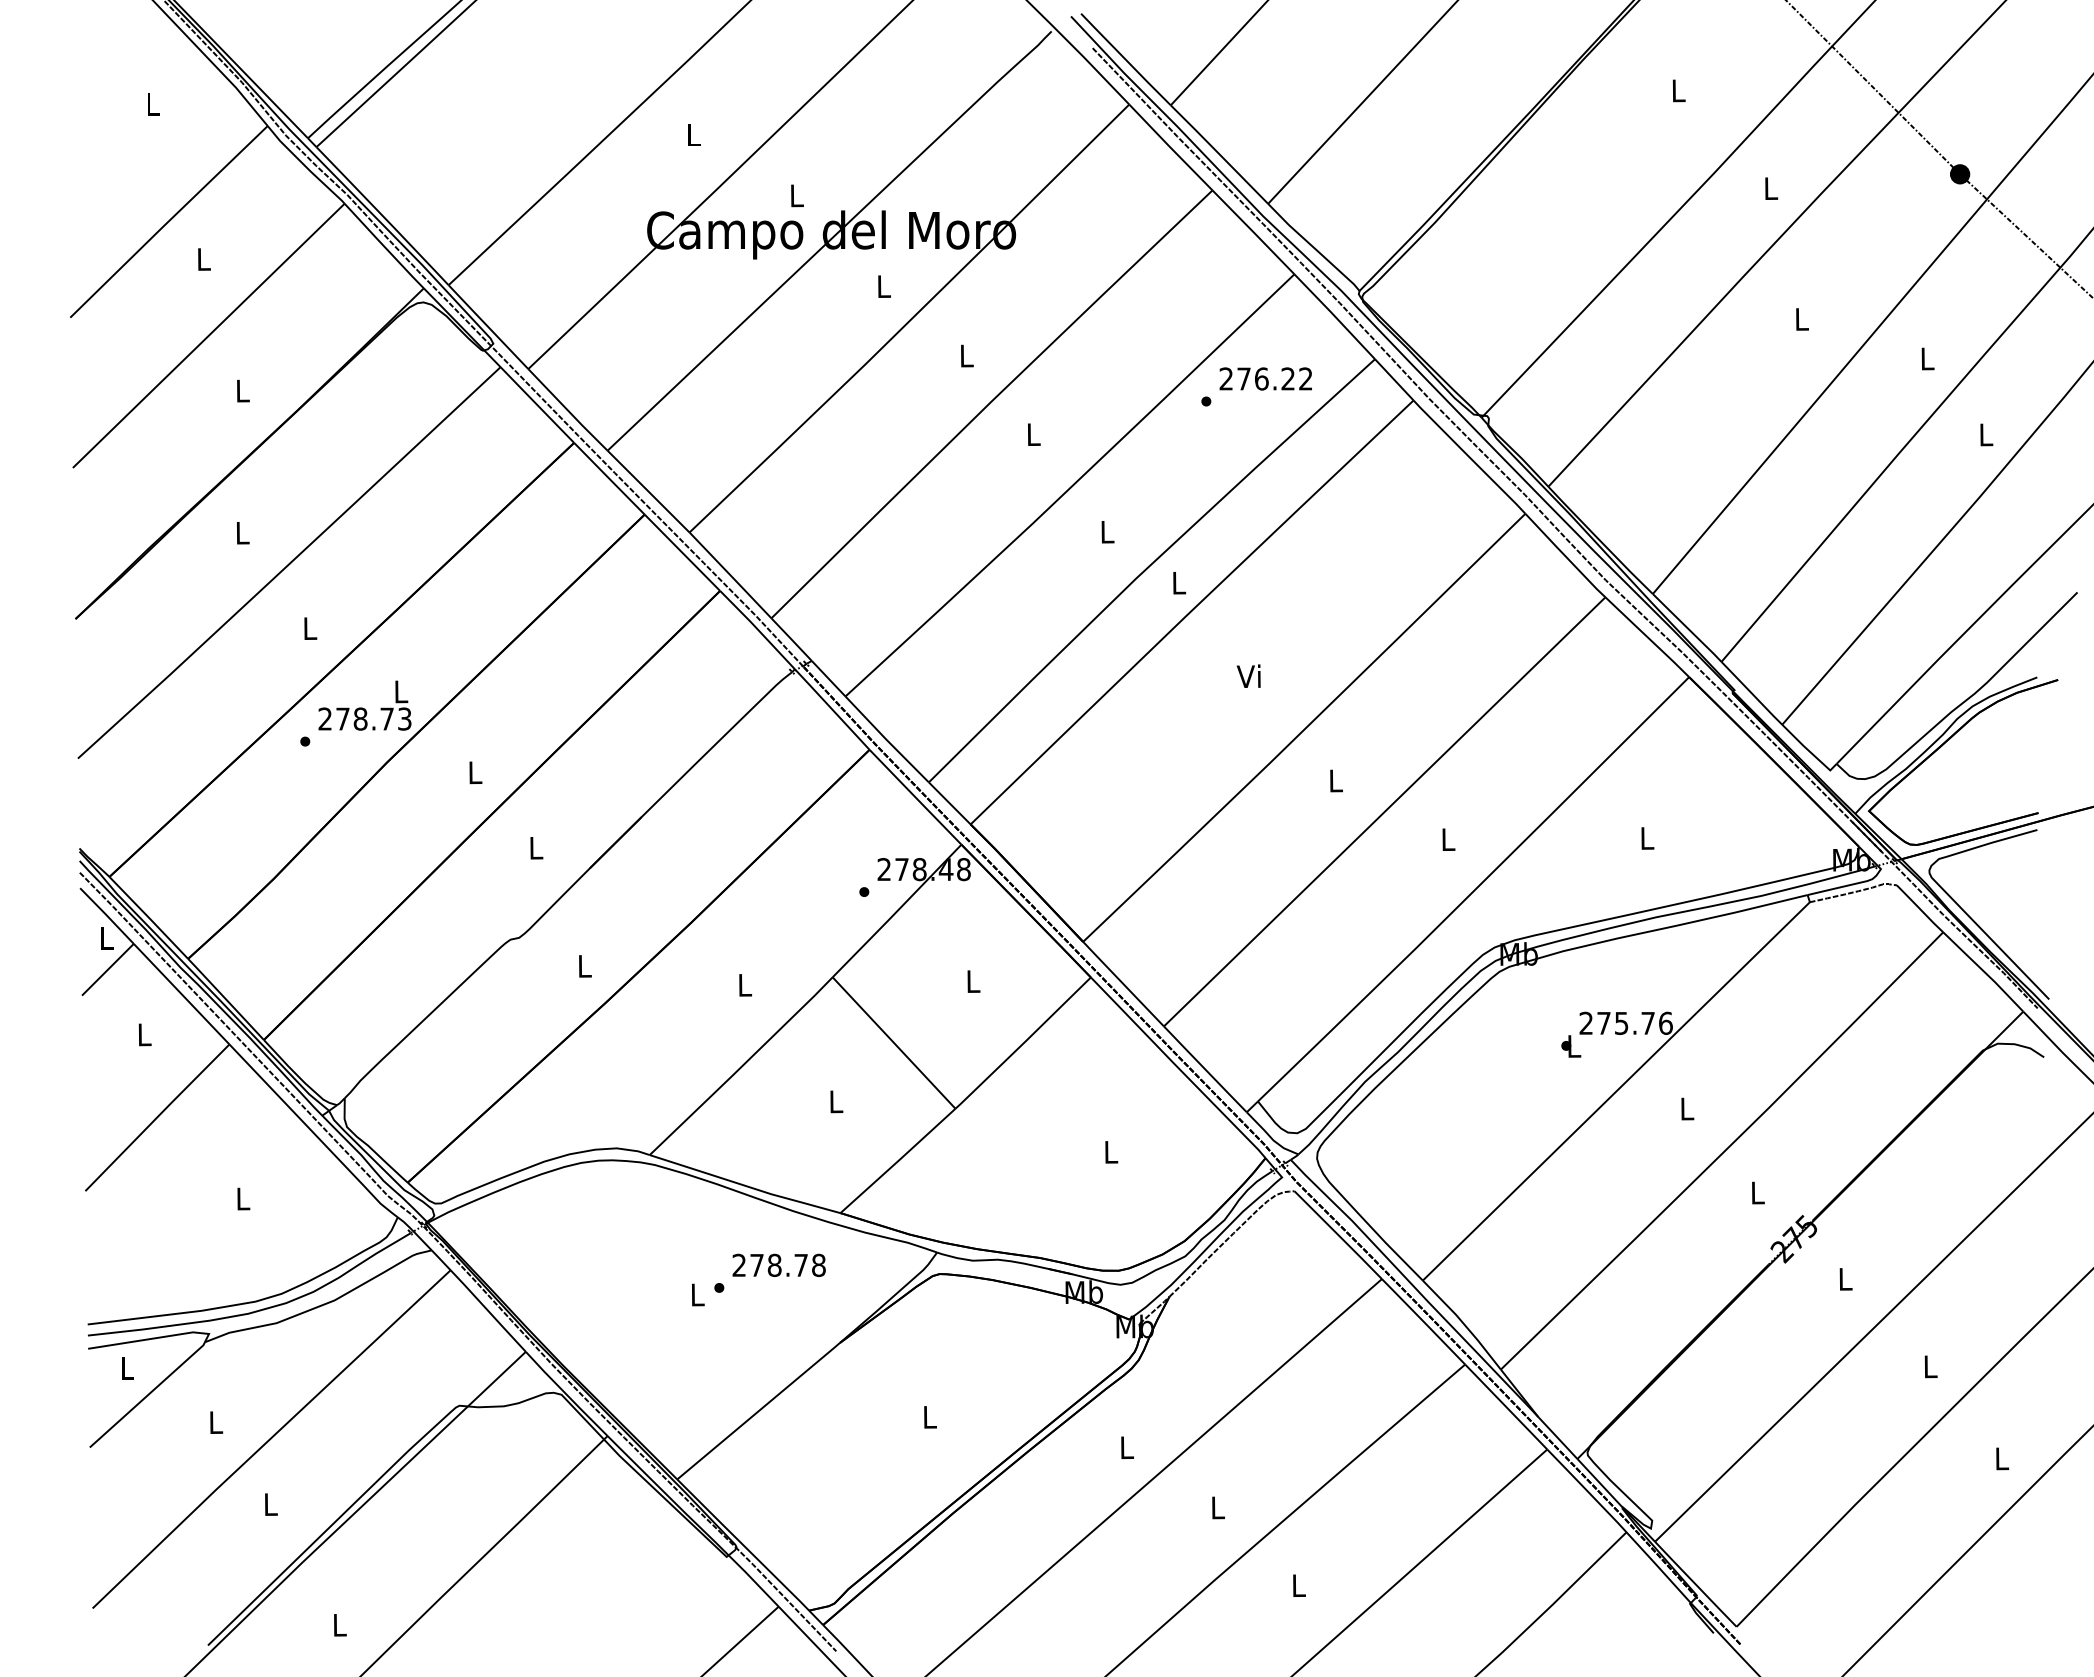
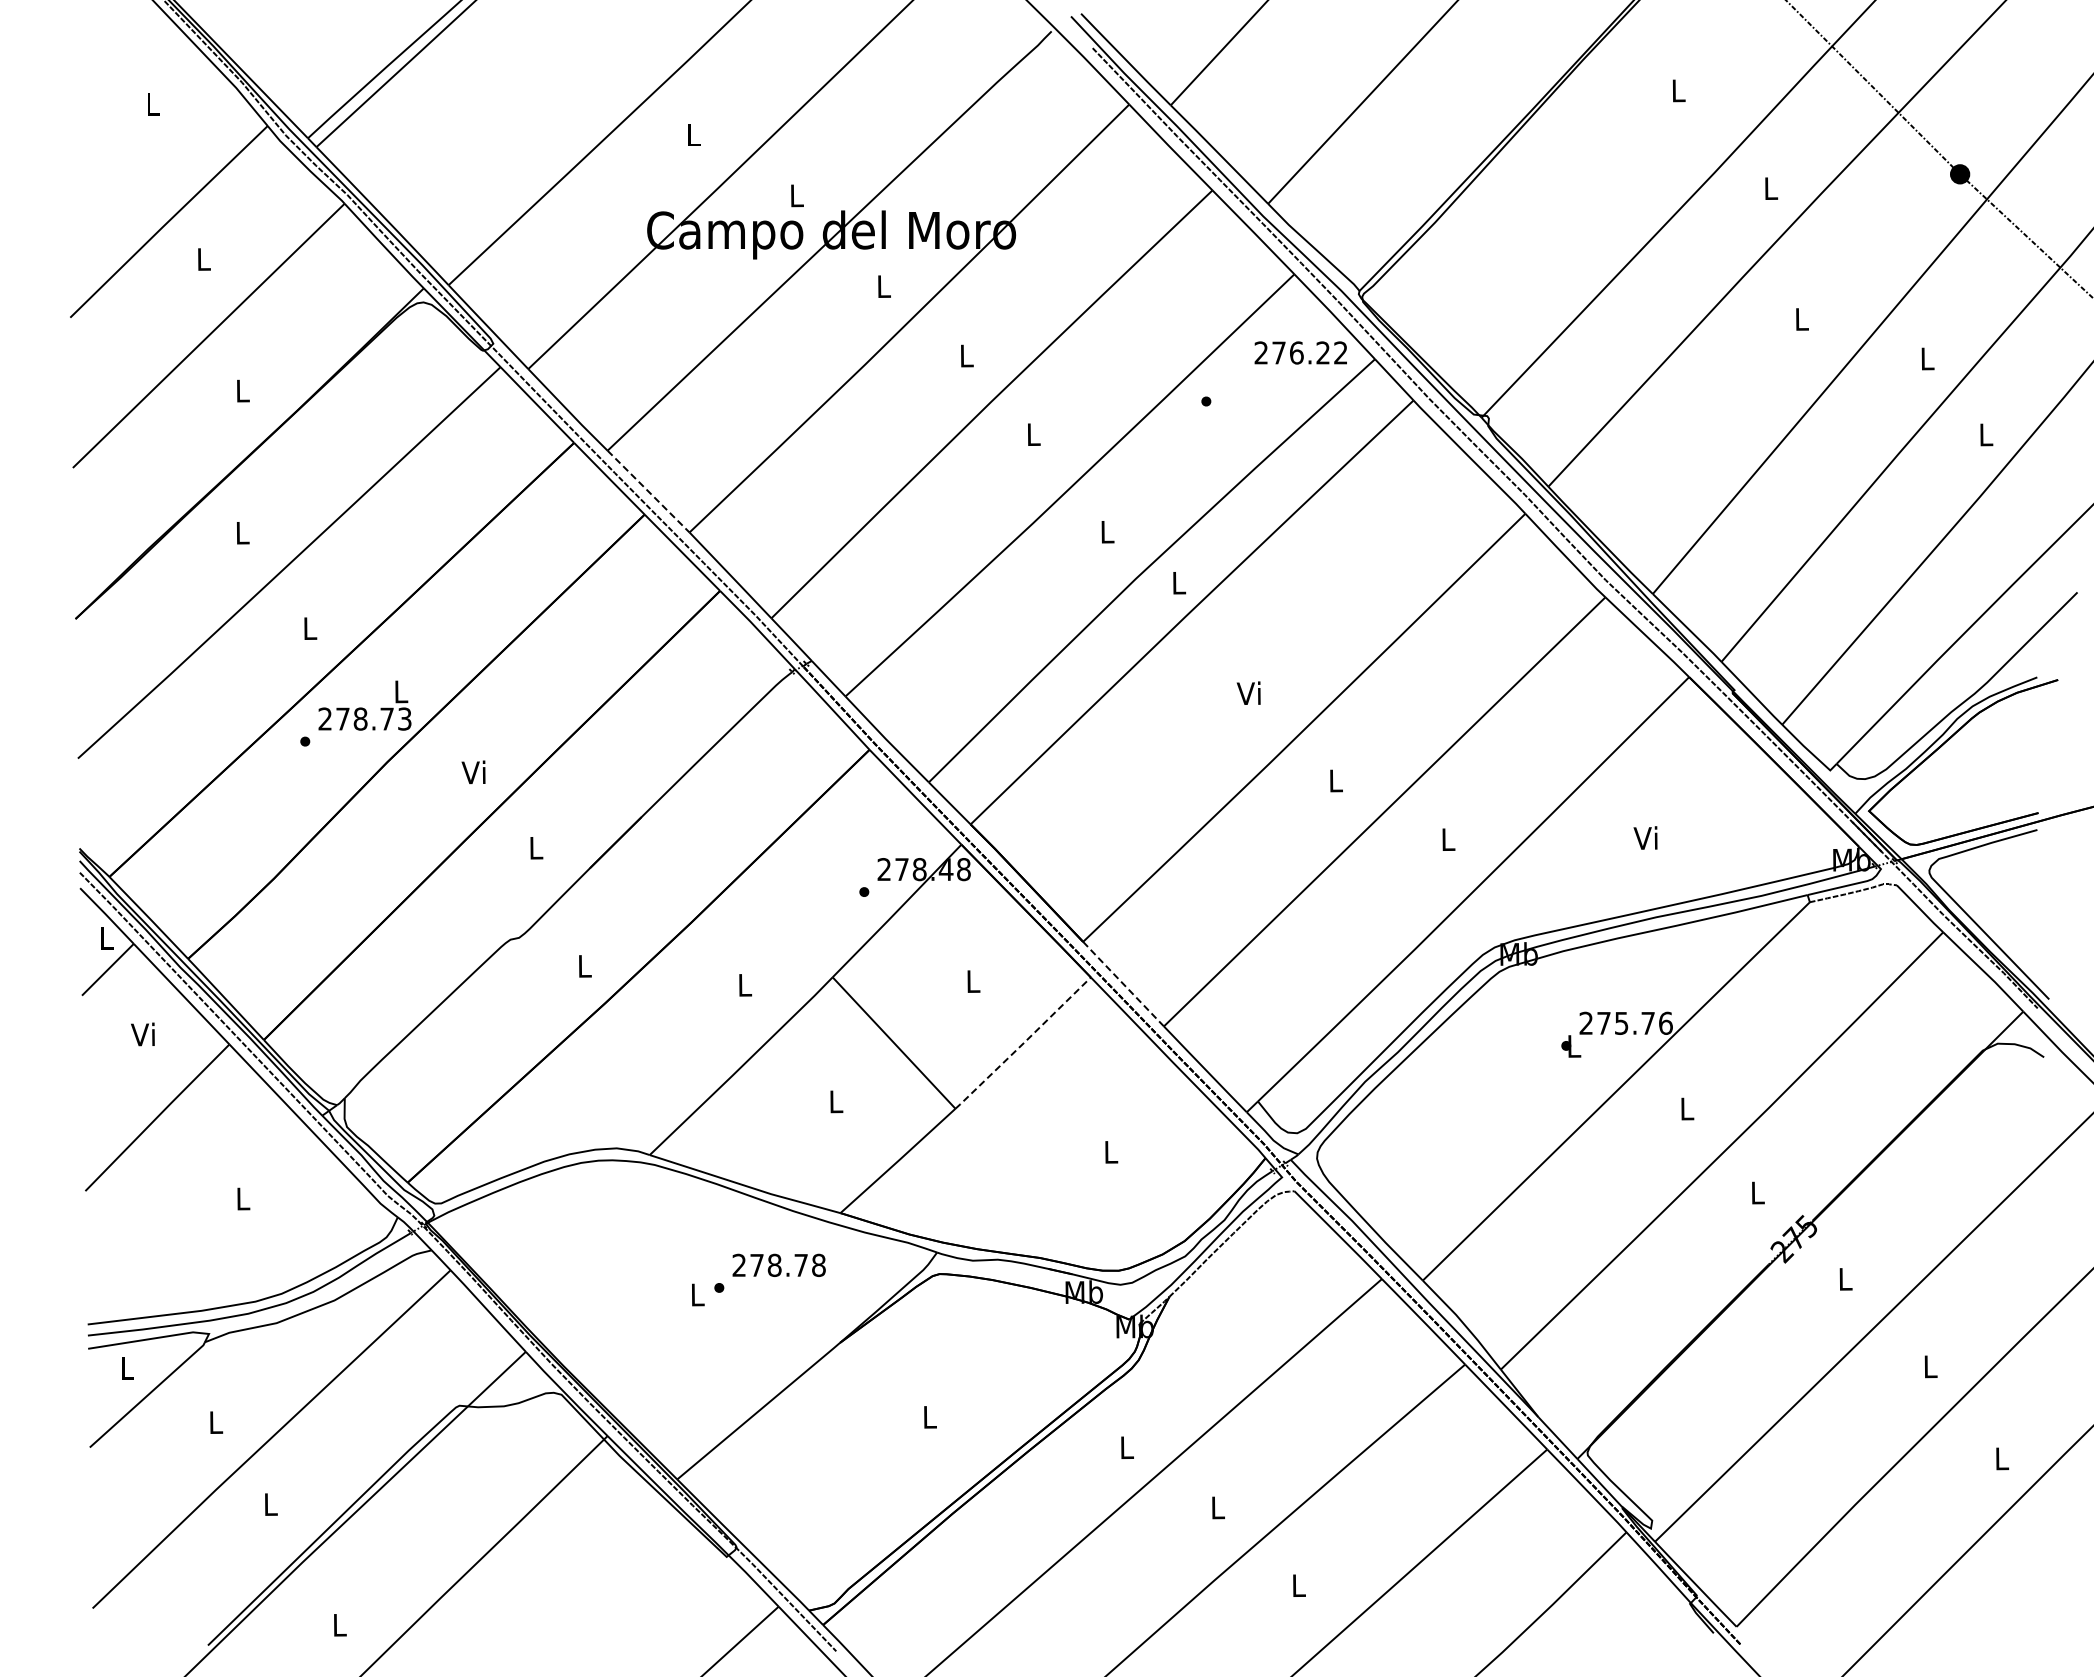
text at (1265, 378) position: (1265, 378) -> (1300, 352)
line at (648, 491): solid -> dashed
text at (1248, 675) position: (1248, 675) -> (1248, 692)
text at (473, 772): L -> Vi
text at (1645, 837): L -> Vi
line at (1123, 984): solid -> dashed
text at (142, 1034): L -> Vi
line at (1023, 1043): solid -> dashed
